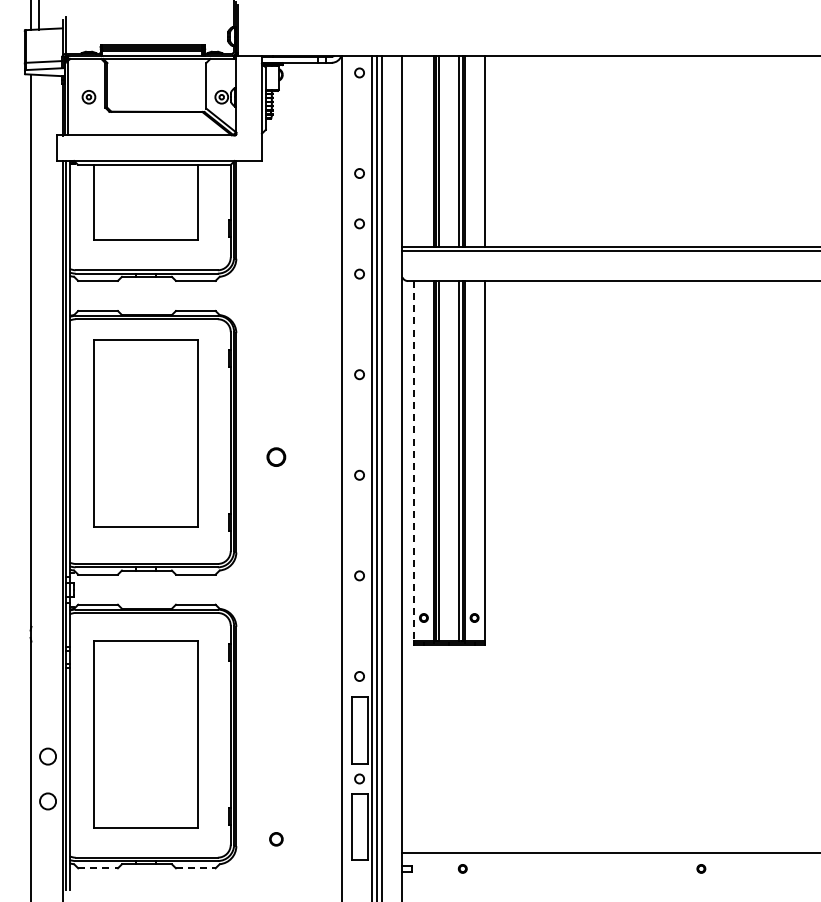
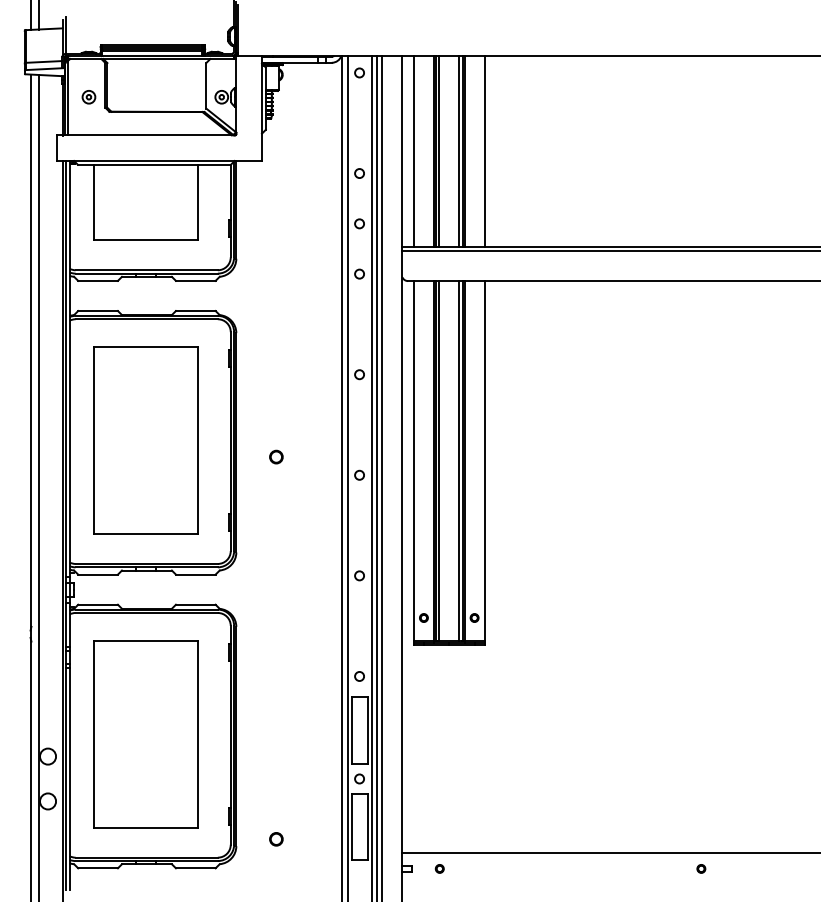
line at (413, 151): none -> present
part at (145, 433) position: (145, 433) -> (145, 440)
part at (276, 456) size: 21x20 px -> 15x16 px
line at (413, 461): dashed -> solid
line at (347, 476): none -> present
line at (38, 486): none -> present
line at (98, 868): dashed -> solid
line at (195, 868): dashed -> solid
part at (462, 868) position: (462, 868) -> (439, 868)
